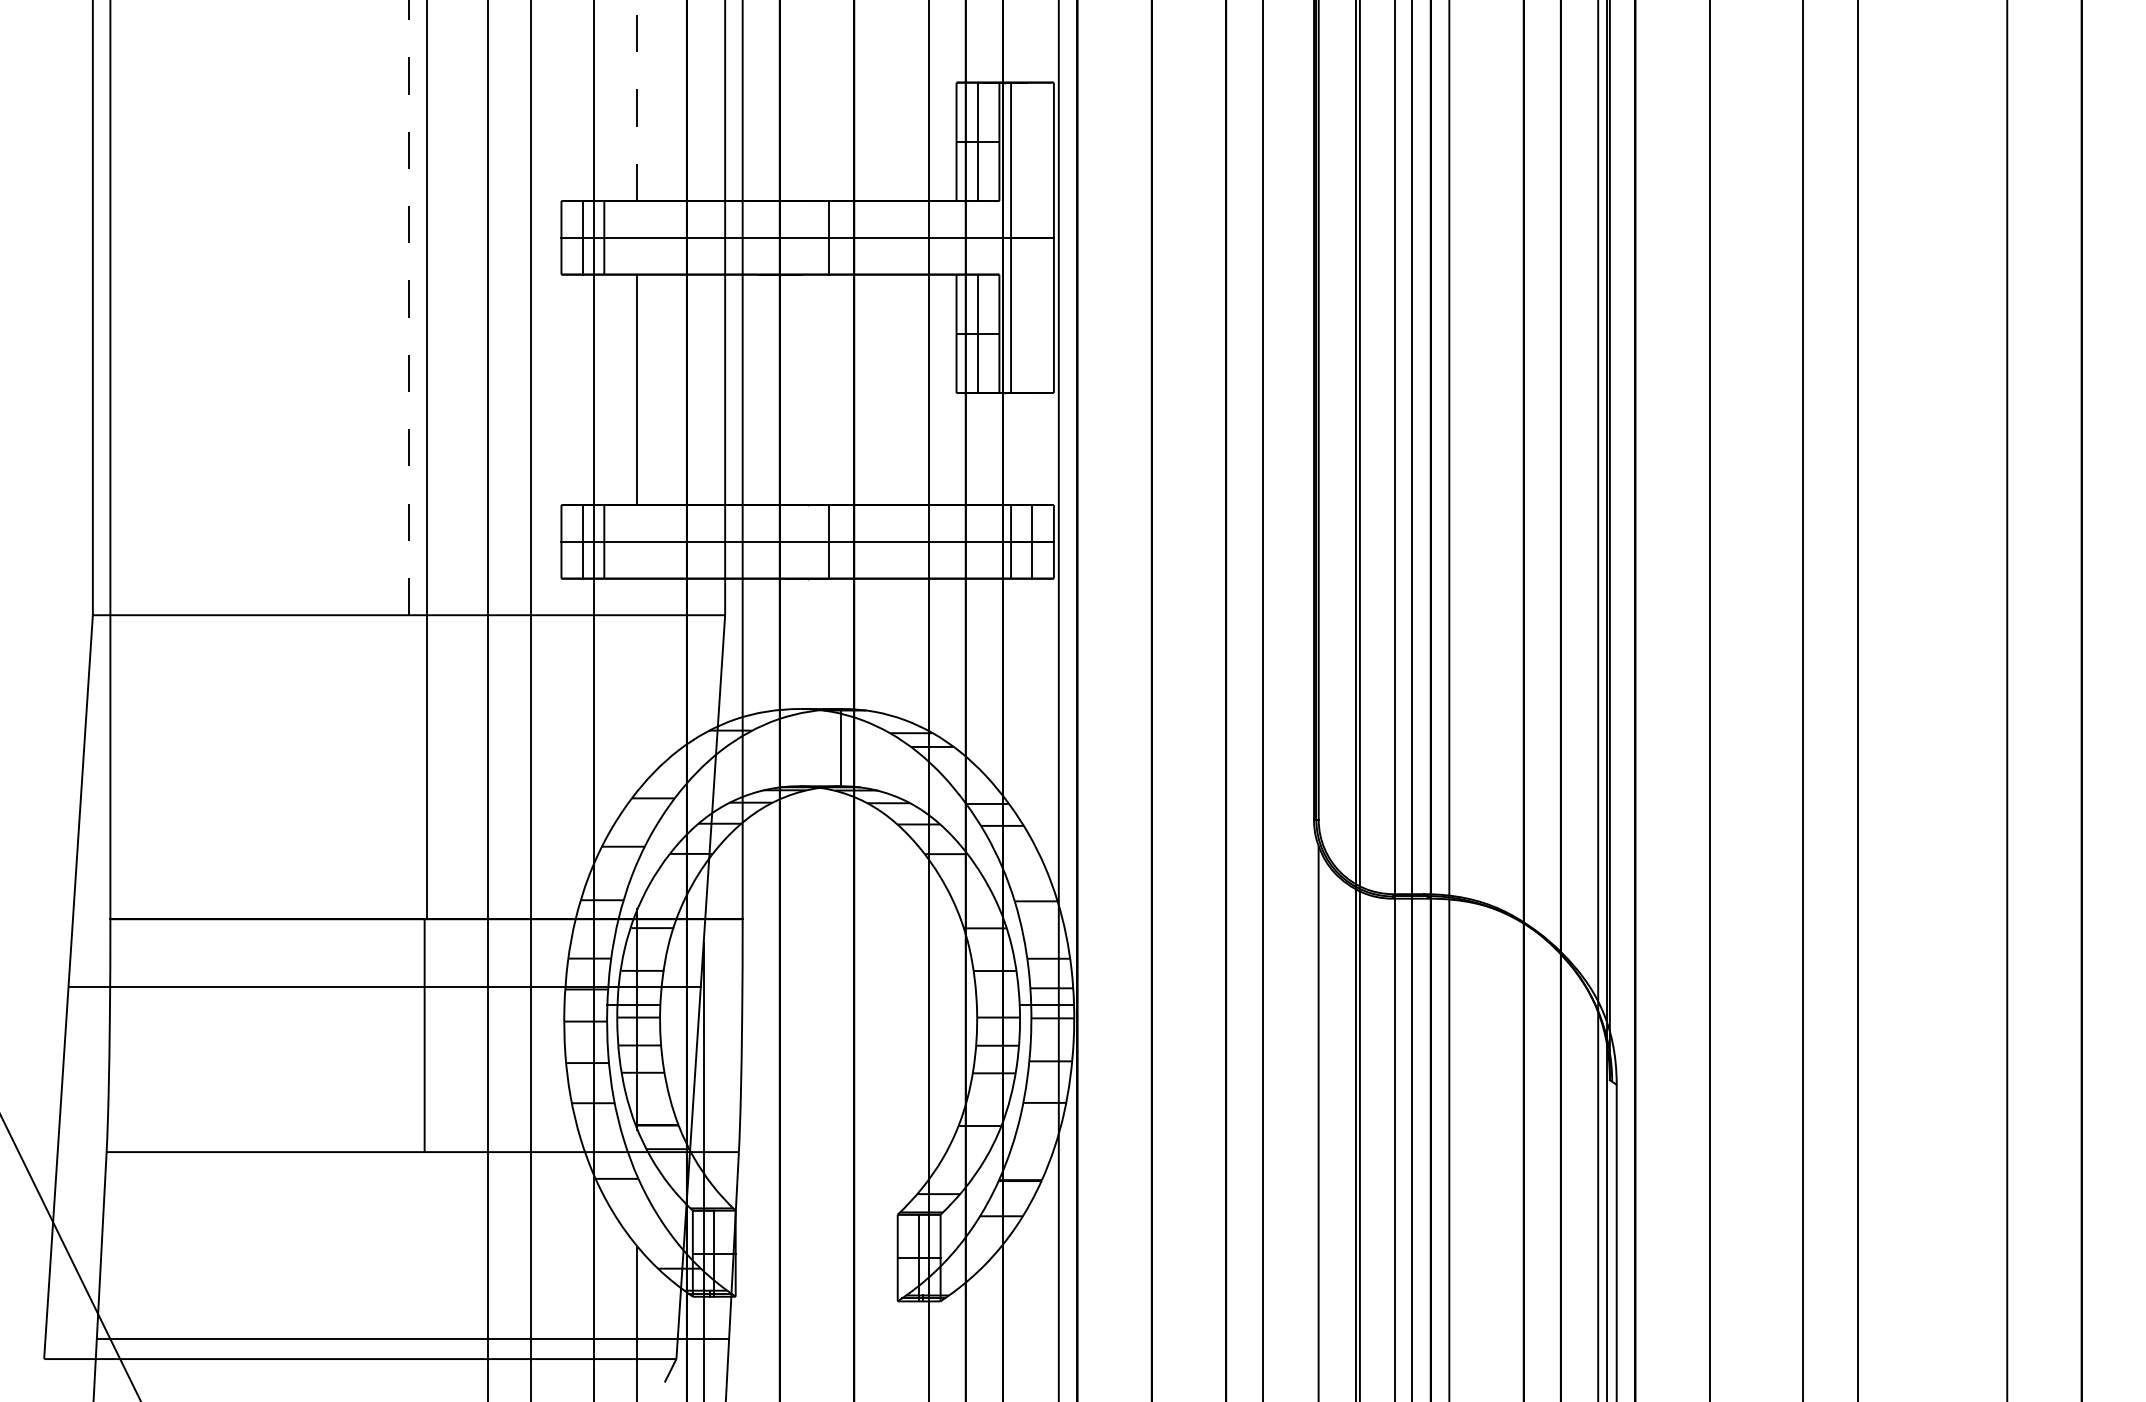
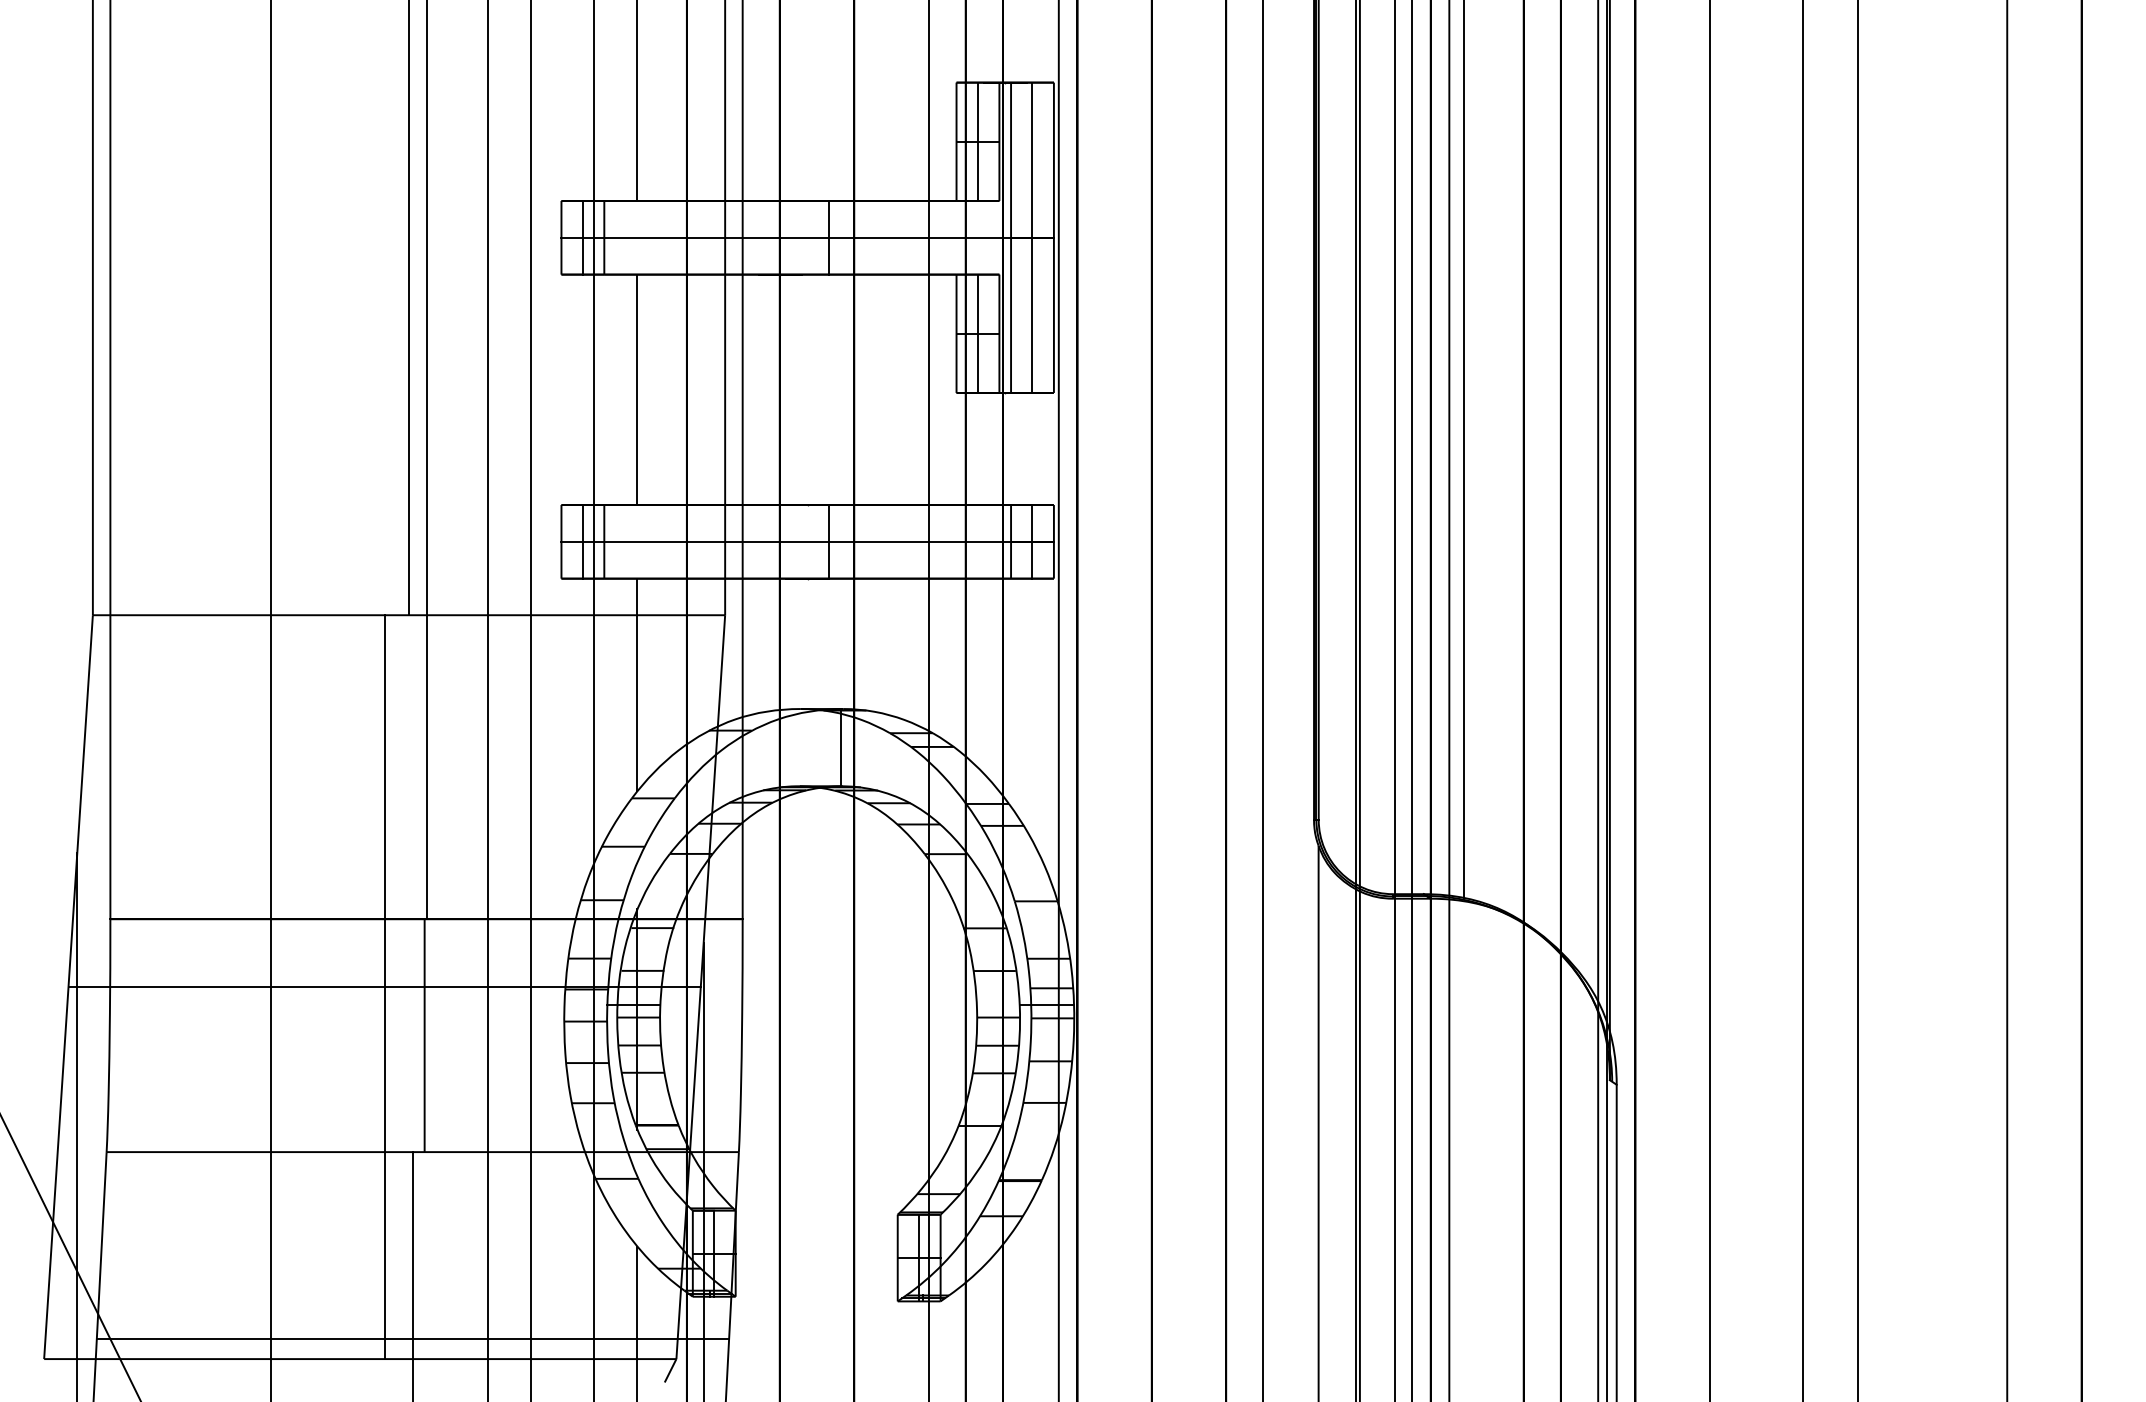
line at (637, 100): dashed -> solid
line at (1032, 237): none -> present
line at (409, 307): dashed -> solid
line at (1464, 449): none -> present
line at (637, 684): none -> present
line at (271, 700): none -> present
line at (384, 987): none -> present
line at (77, 1125): none -> present
line at (412, 1275): none -> present
